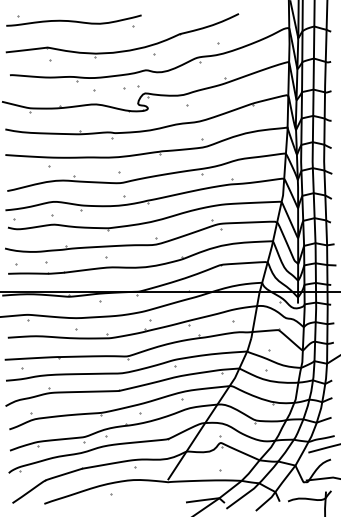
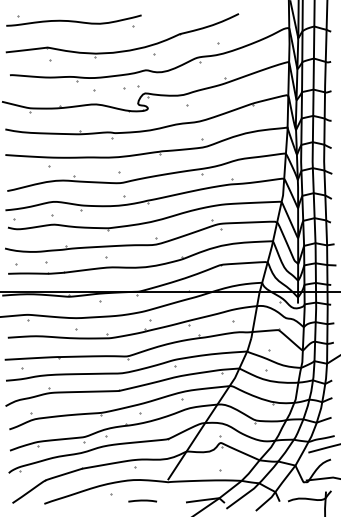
line at (142, 500): none -> present
